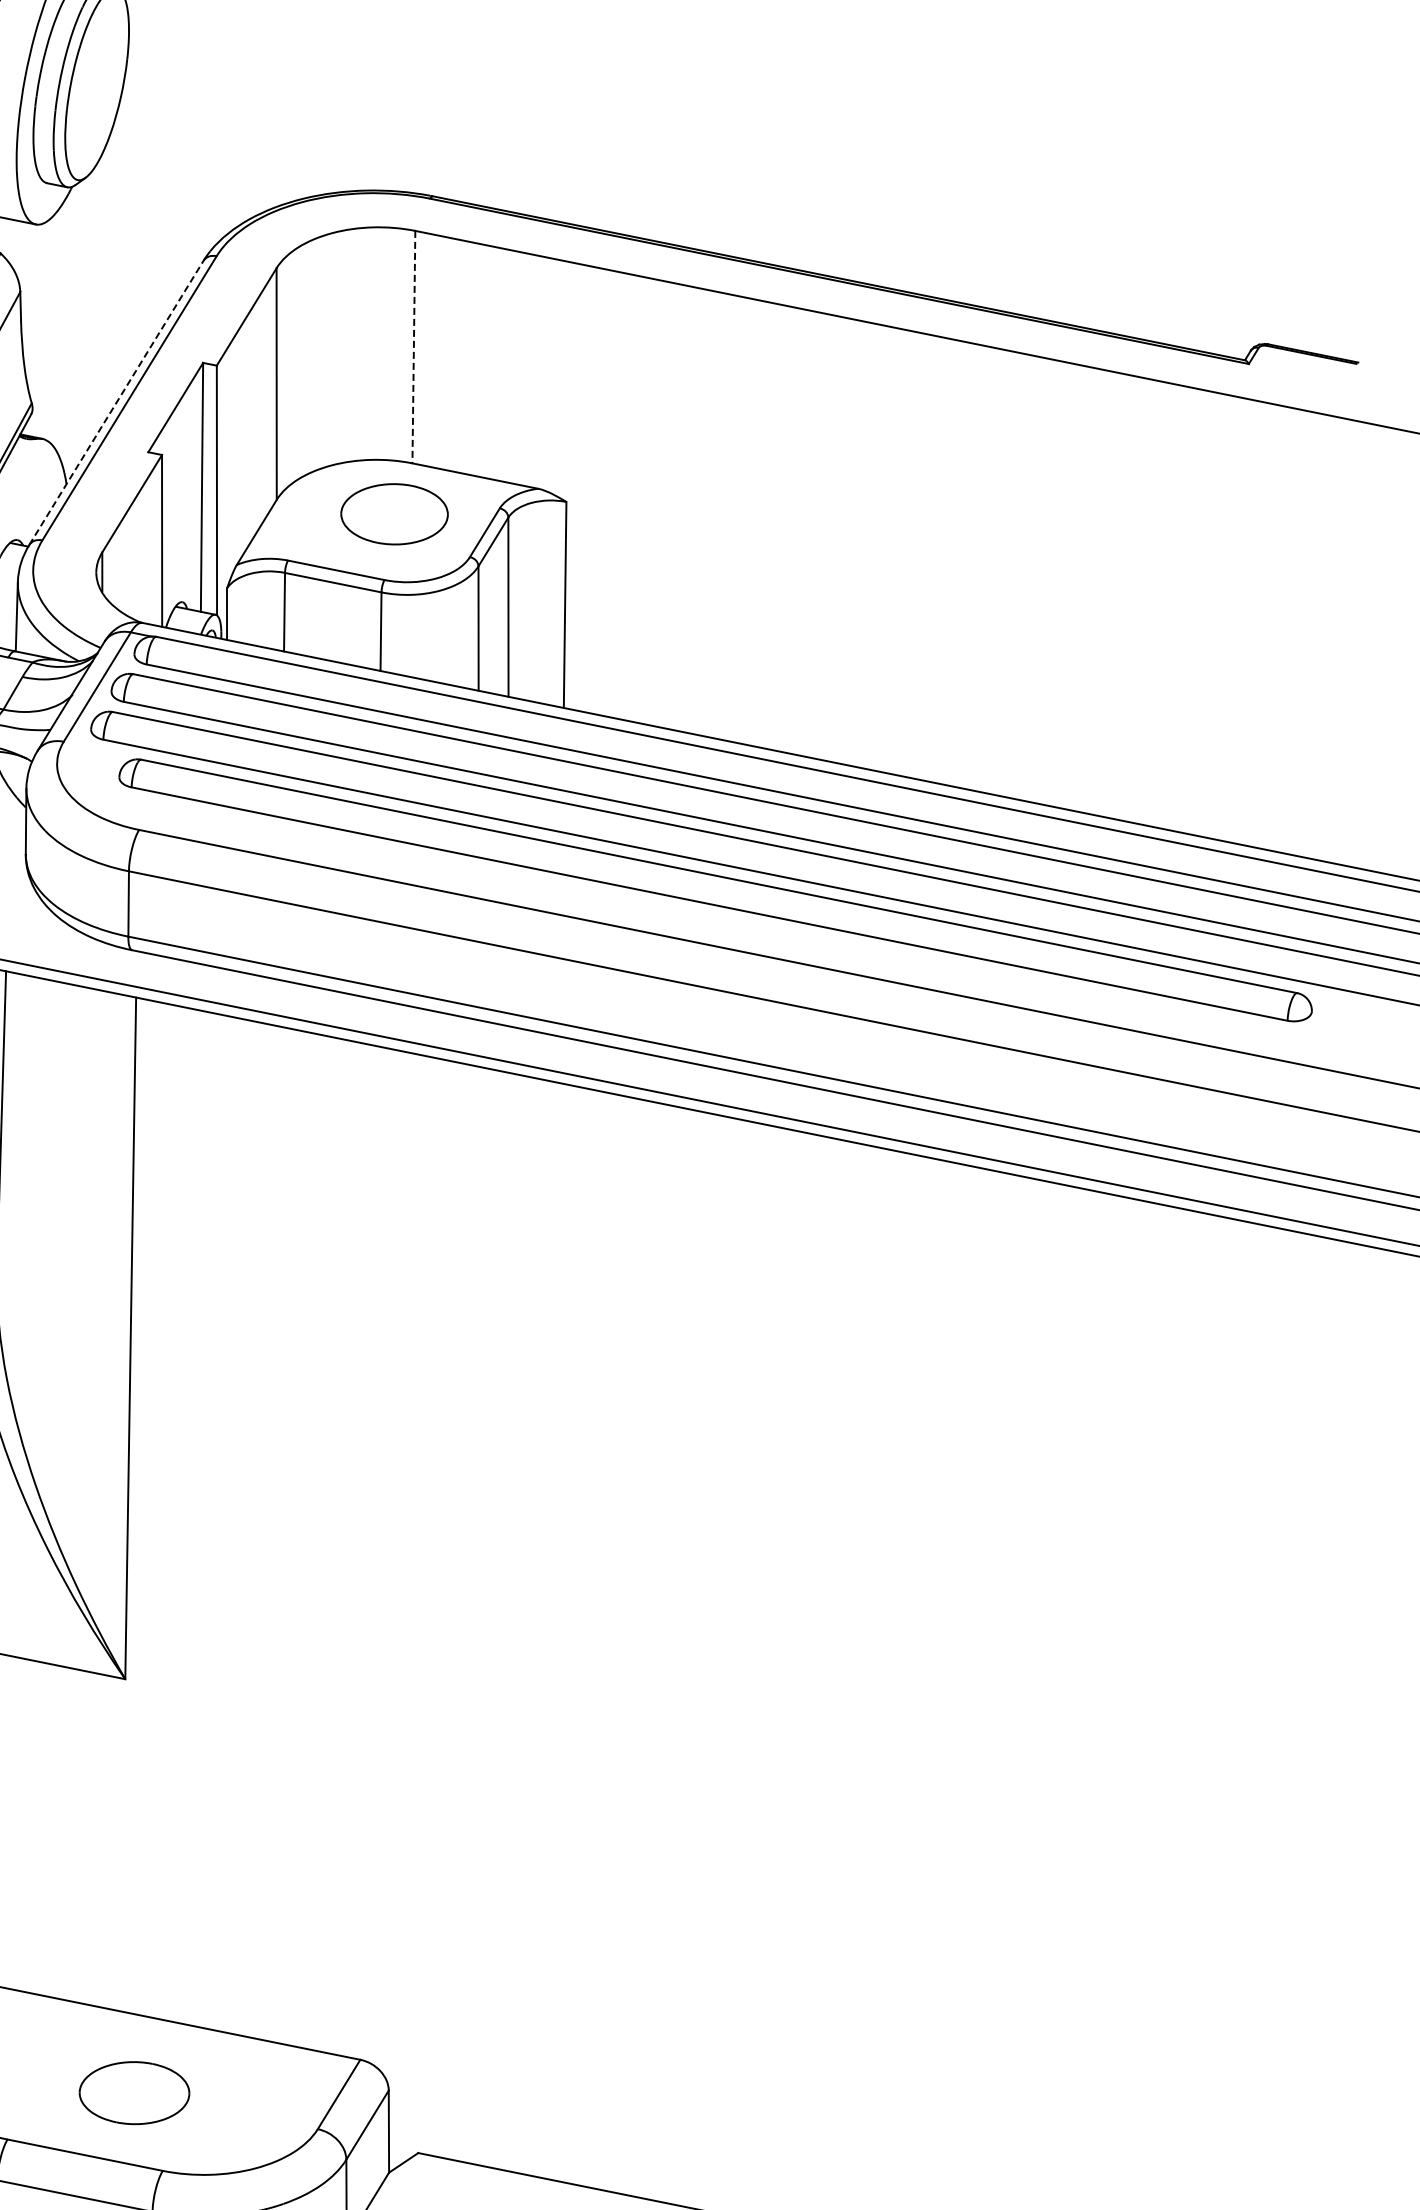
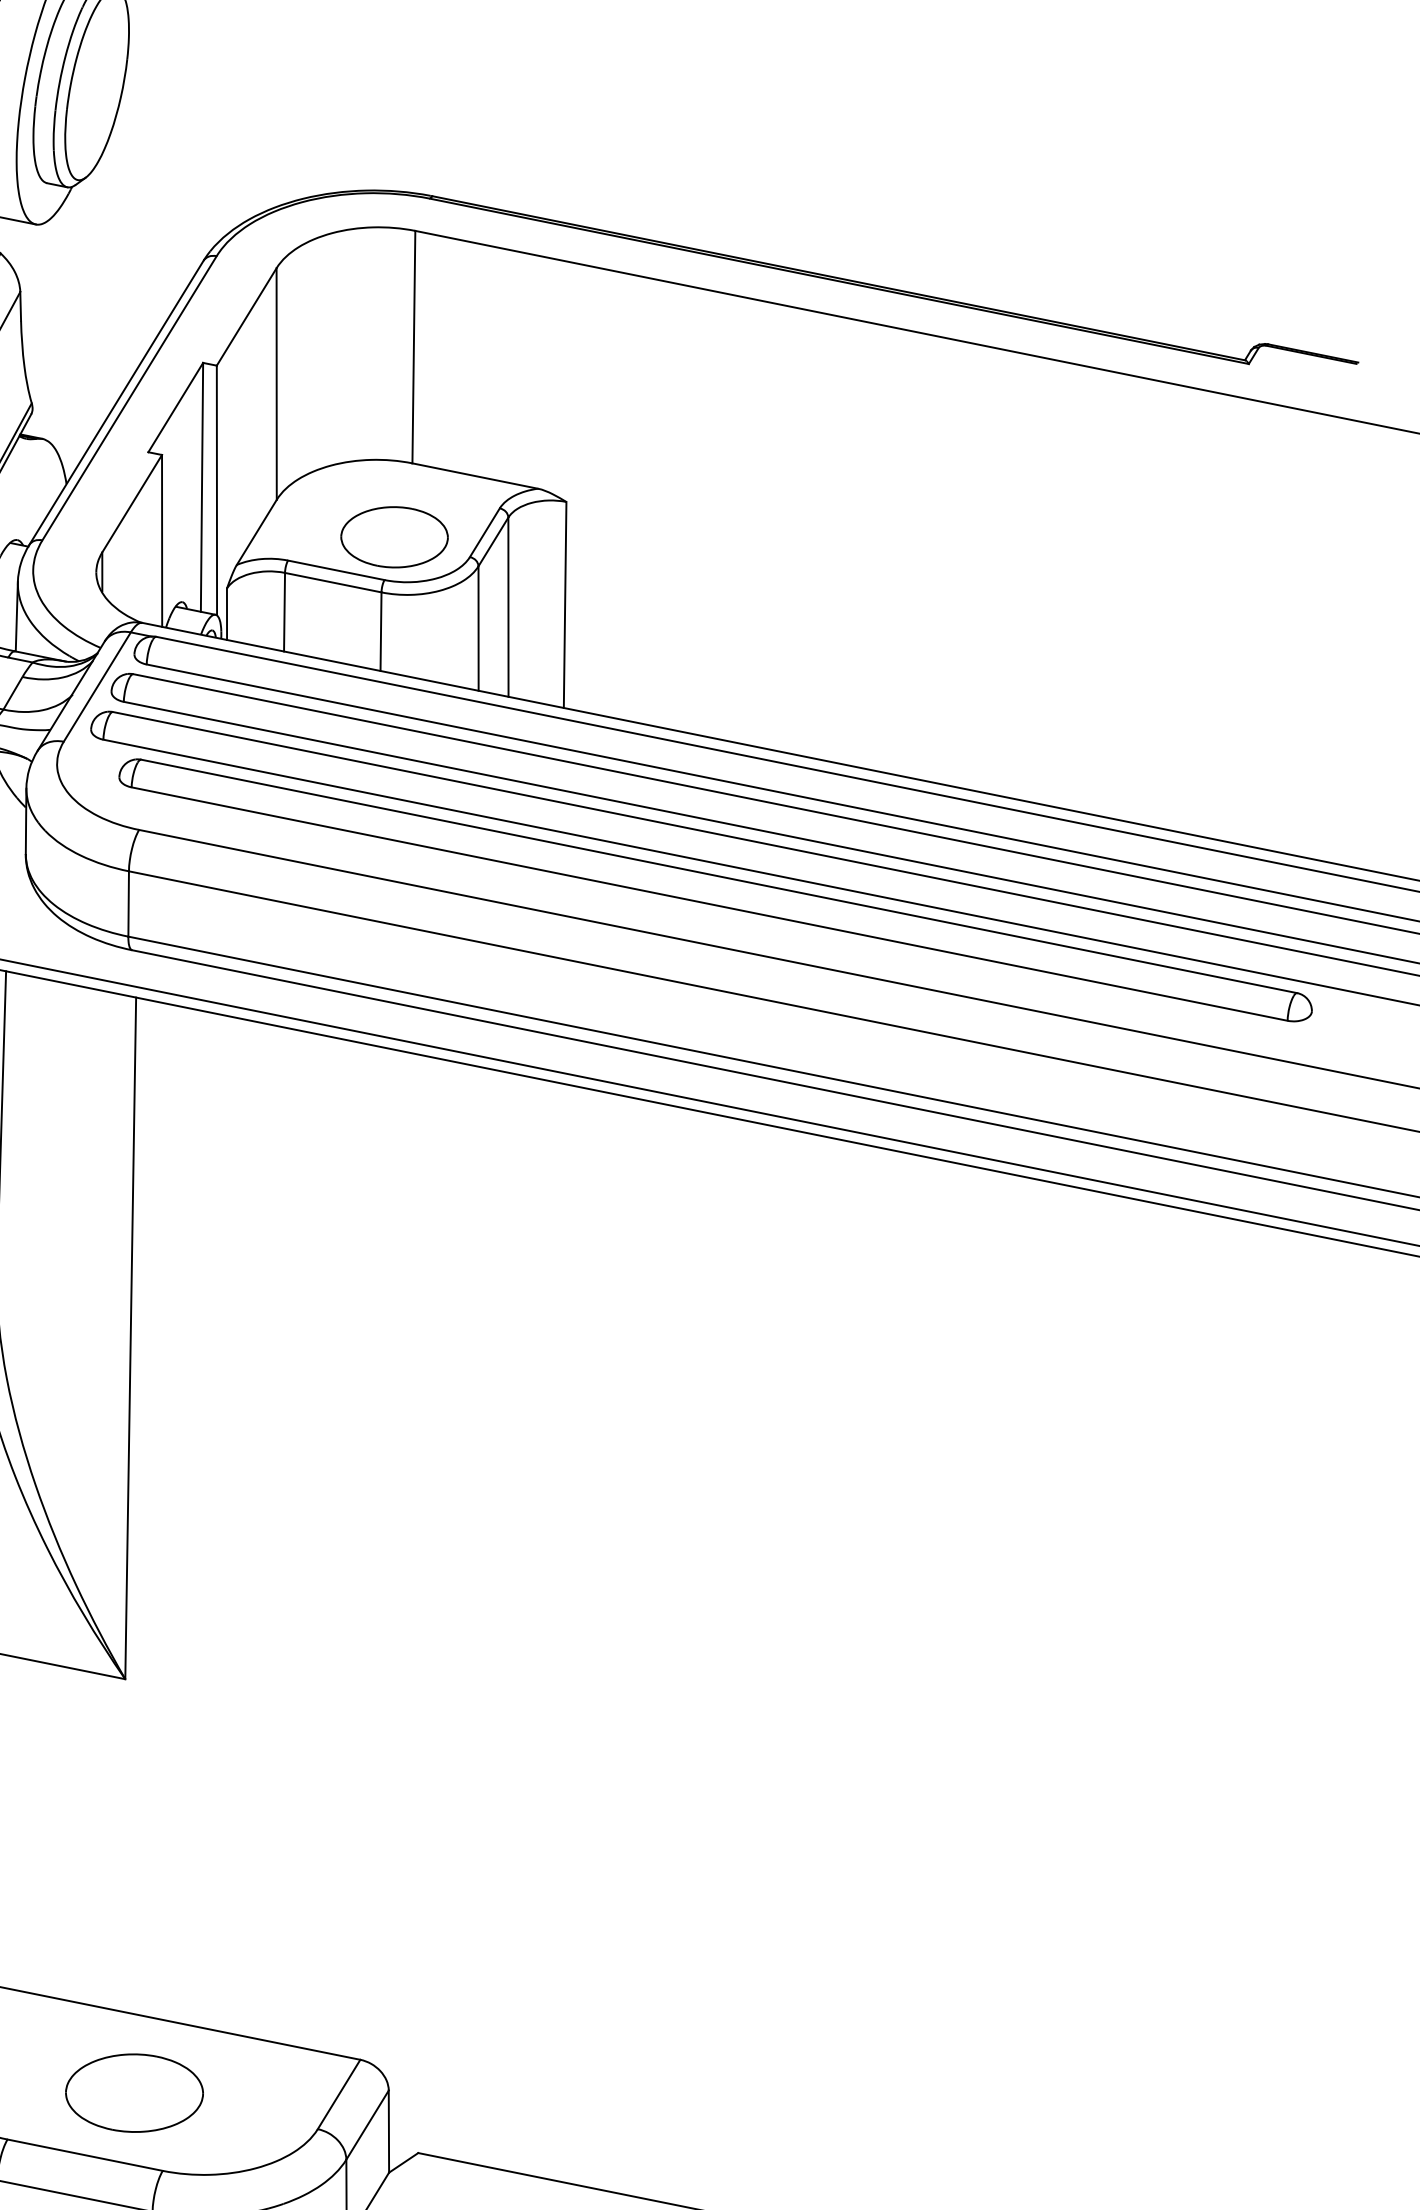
line at (413, 347): dashed -> solid
line at (116, 402): dashed -> solid
part at (394, 514) position: (394, 514) -> (394, 537)
part at (134, 2093) size: 113x65 px -> 139x80 px
